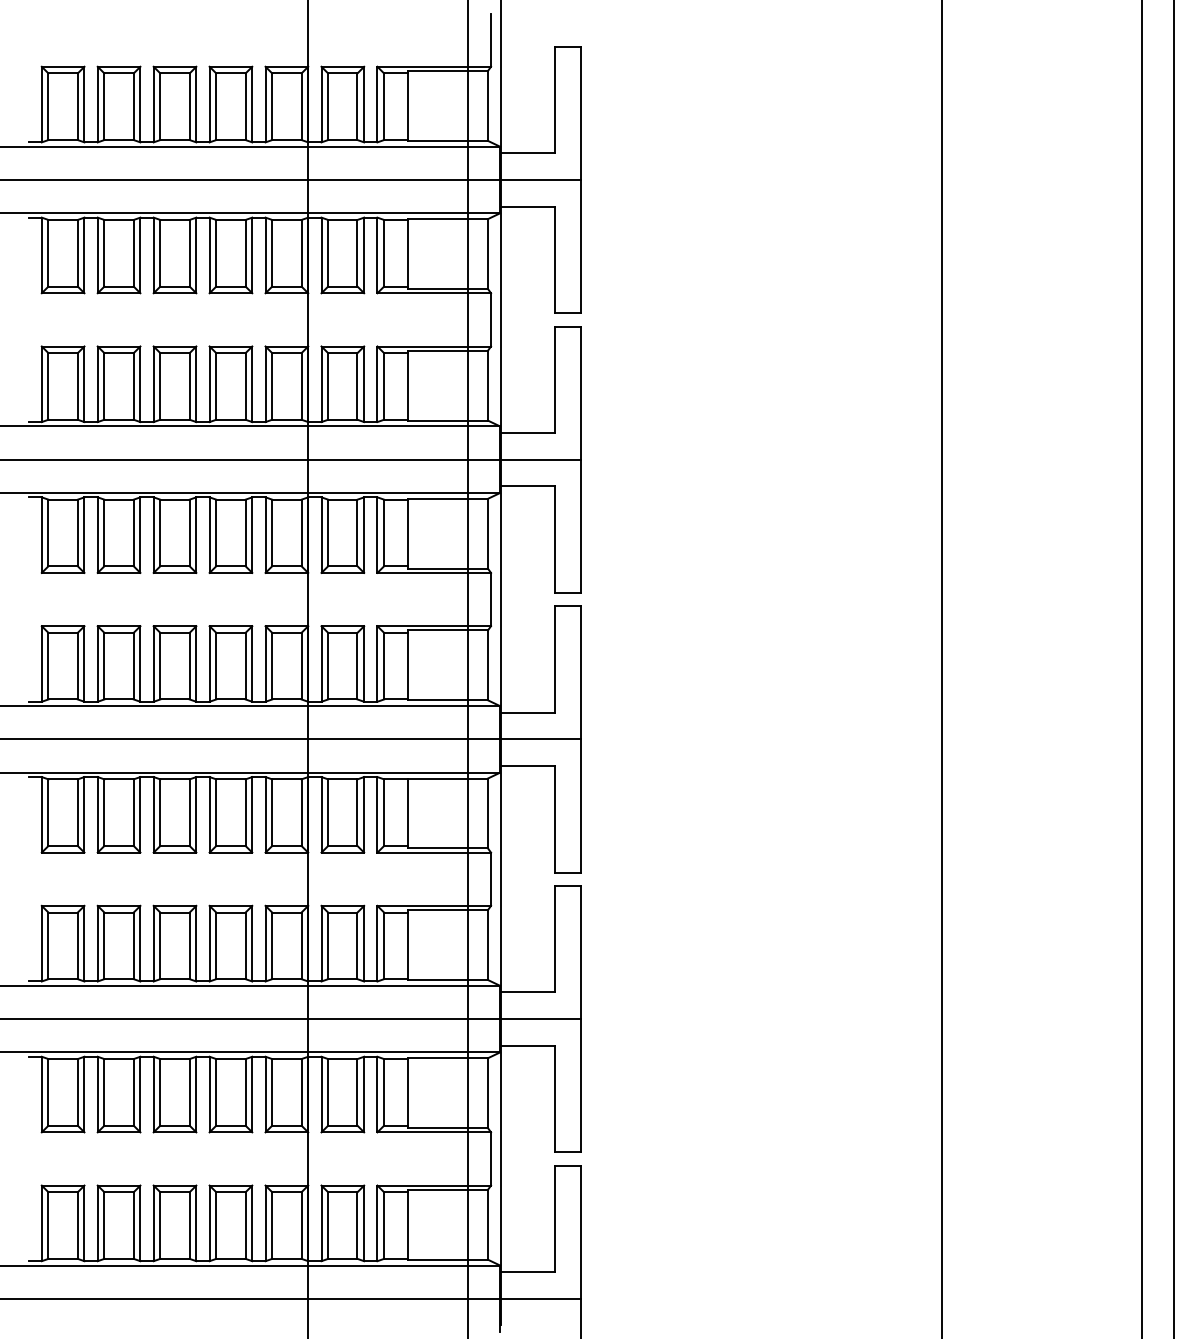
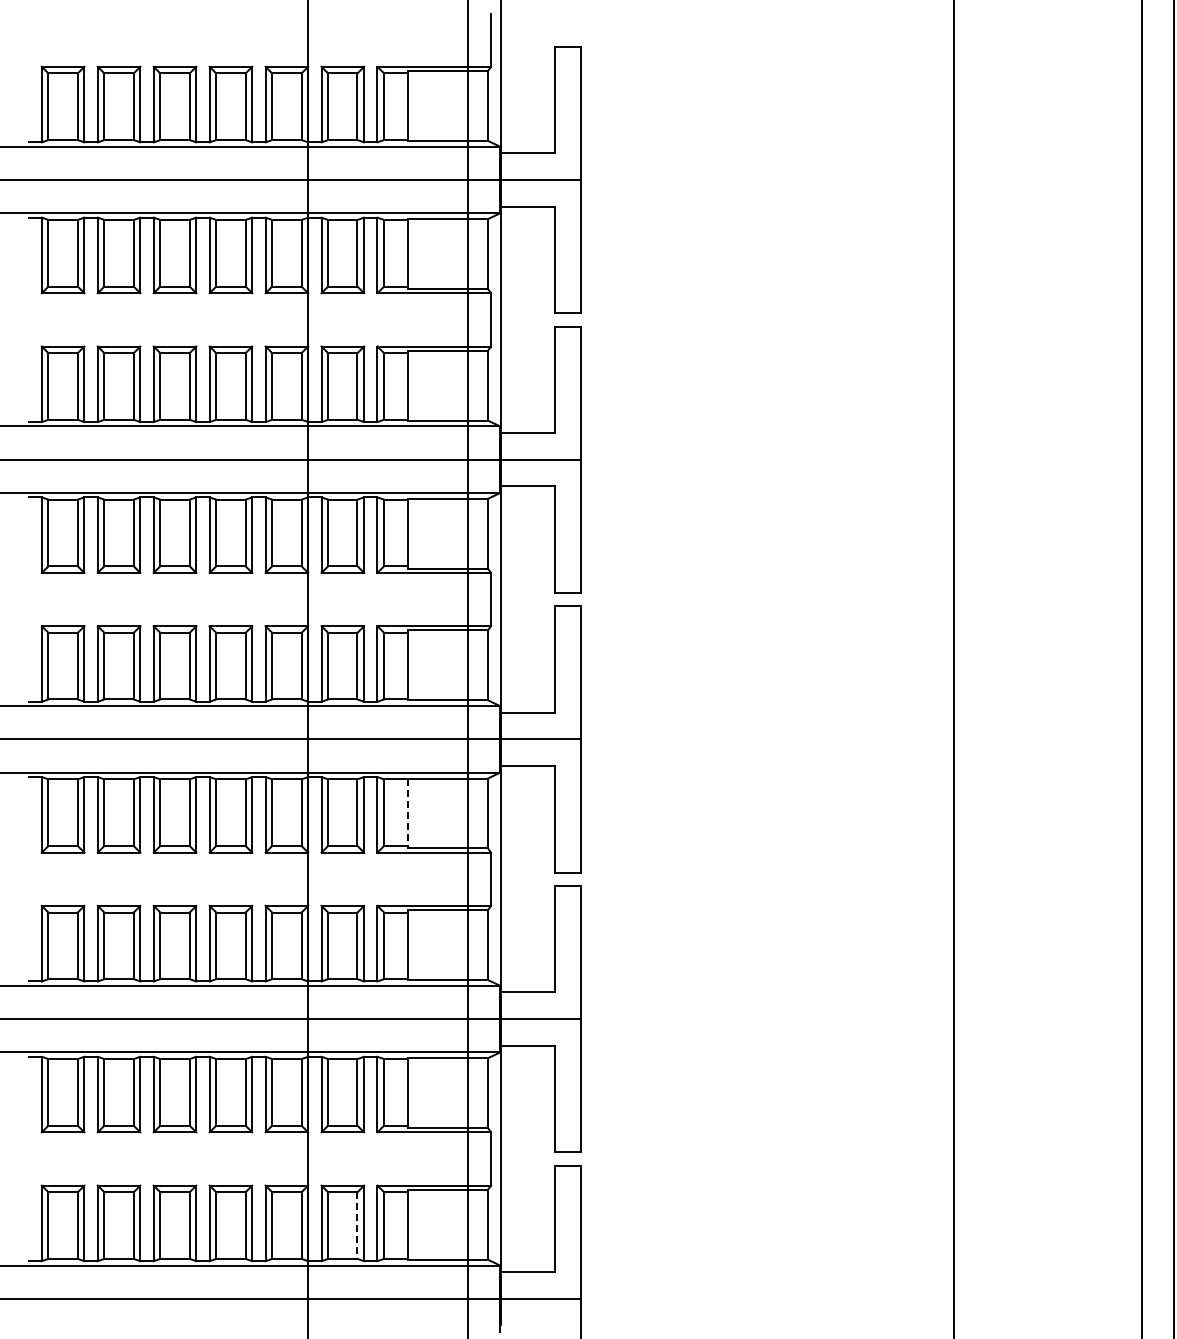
line at (942, 668) position: (942, 668) -> (954, 668)
line at (408, 813): solid -> dashed
line at (357, 1226): solid -> dashed
